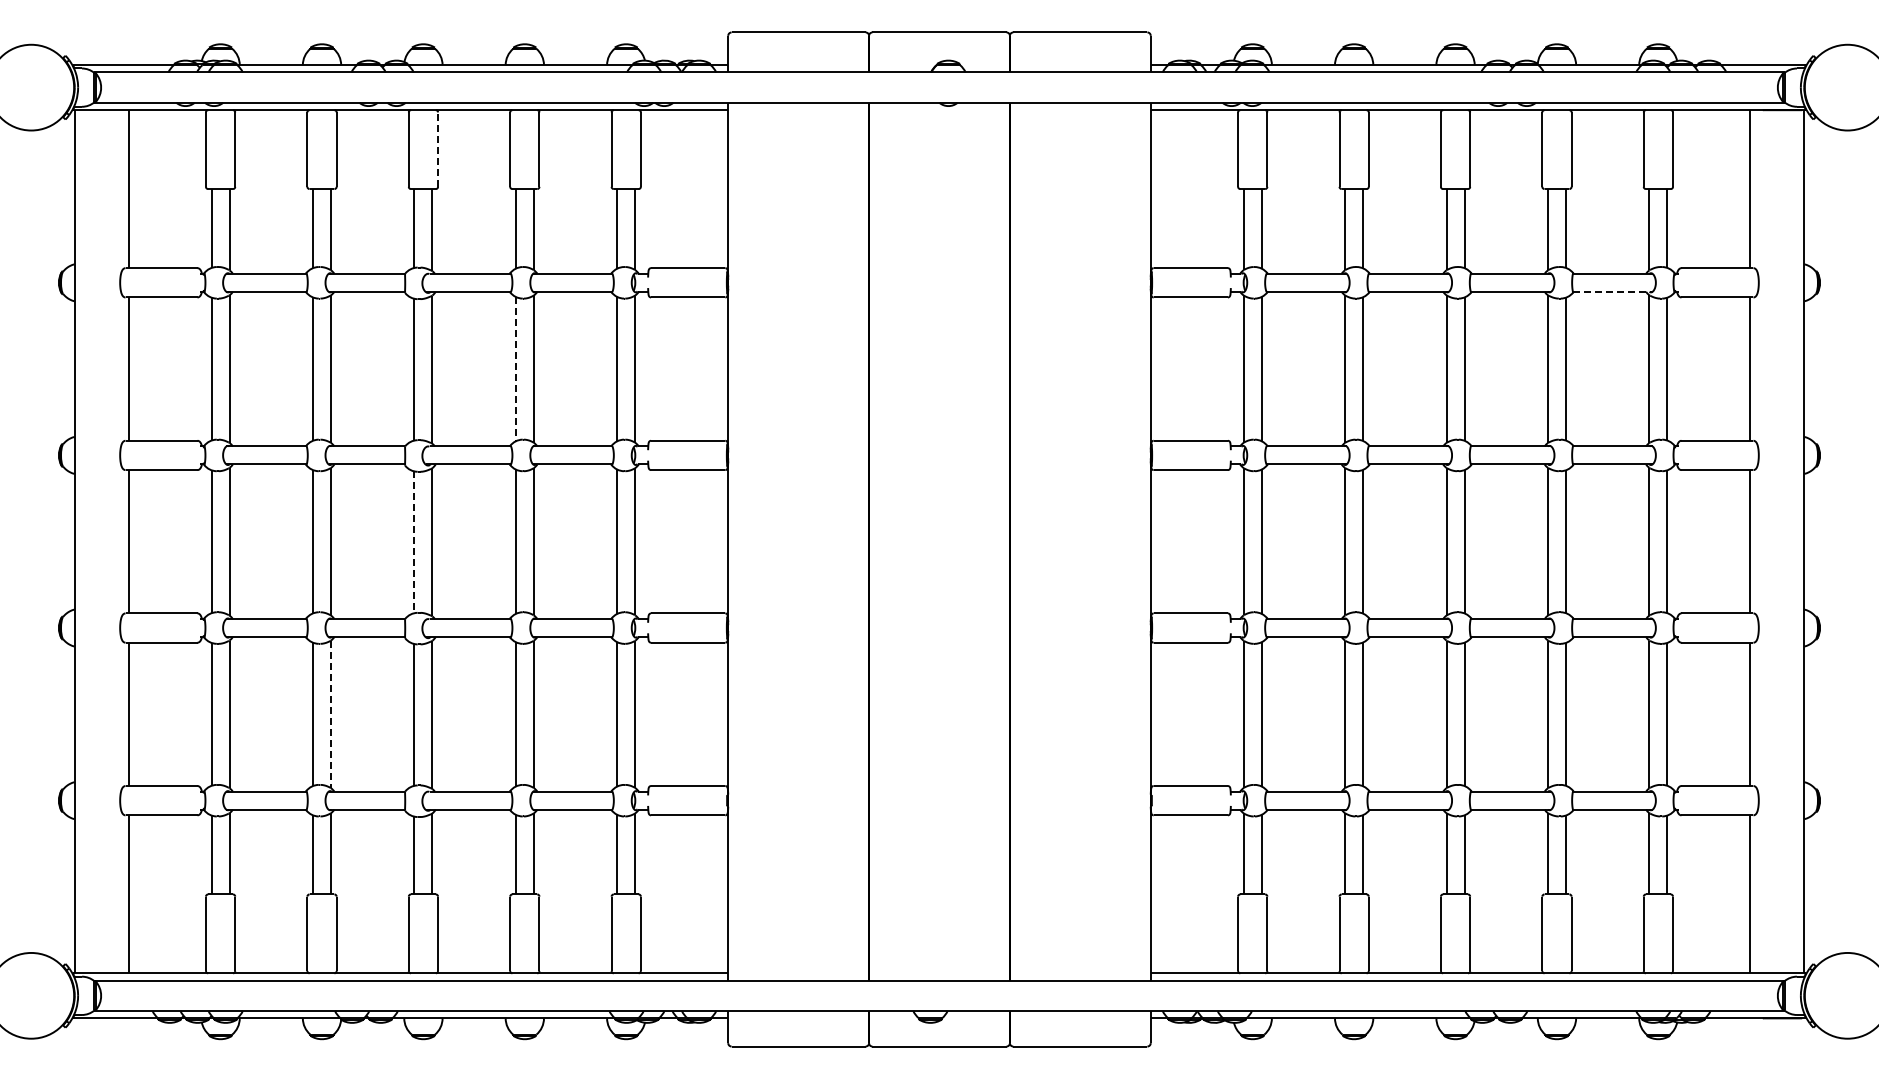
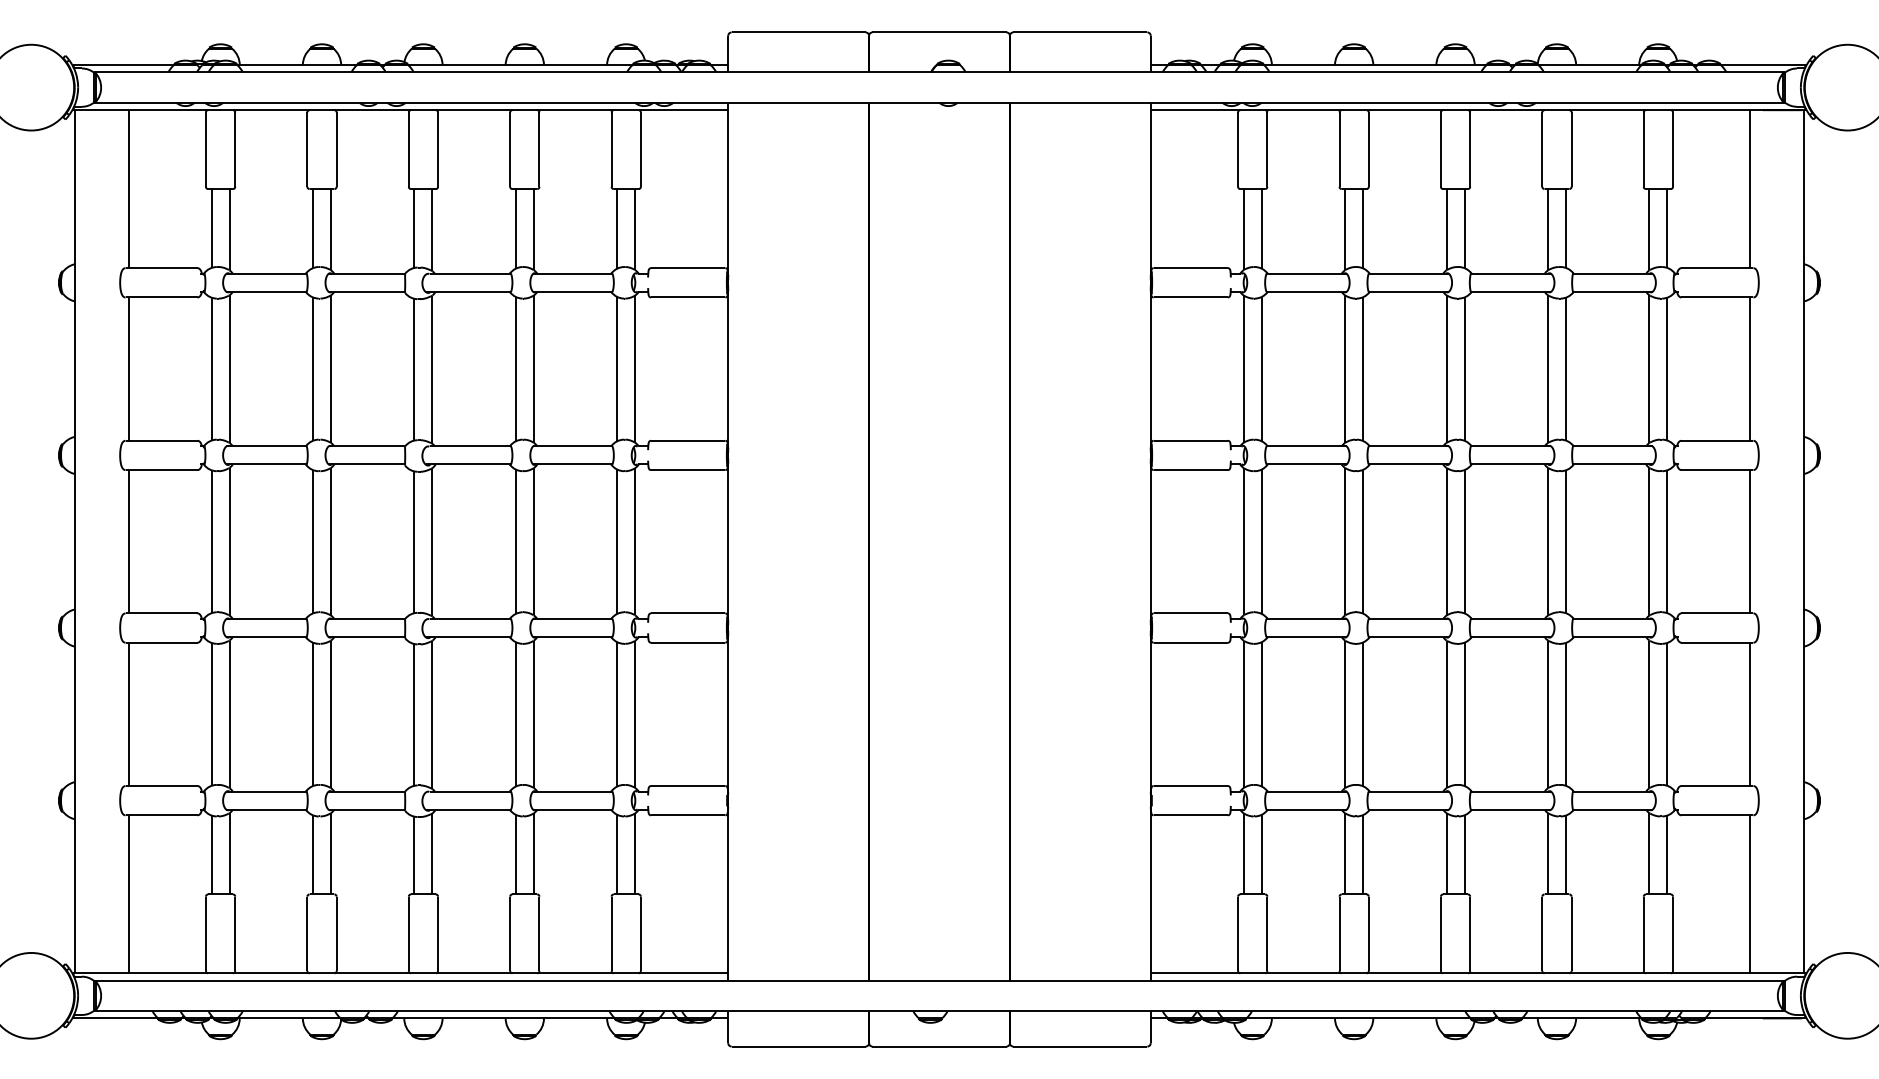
line at (438, 149): dashed -> solid
line at (1612, 291): dashed -> solid
line at (515, 369): dashed -> solid
line at (414, 542): dashed -> solid
line at (331, 714): dashed -> solid
